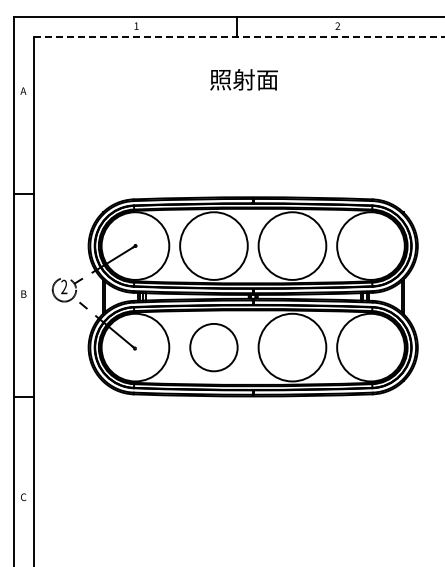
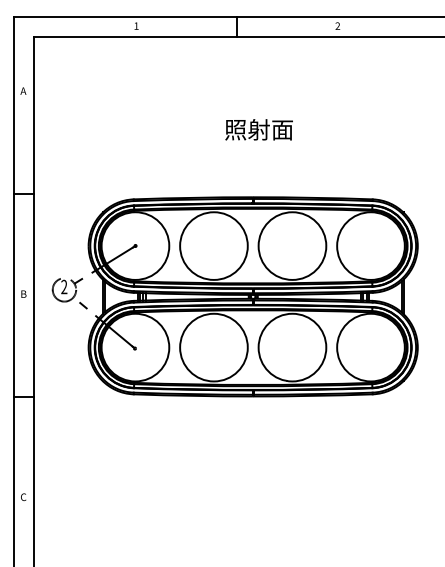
line at (238, 37): dashed -> solid
text at (243, 79) position: (243, 79) -> (258, 129)
circle at (213, 347) diameter: 47 px -> 68 px
